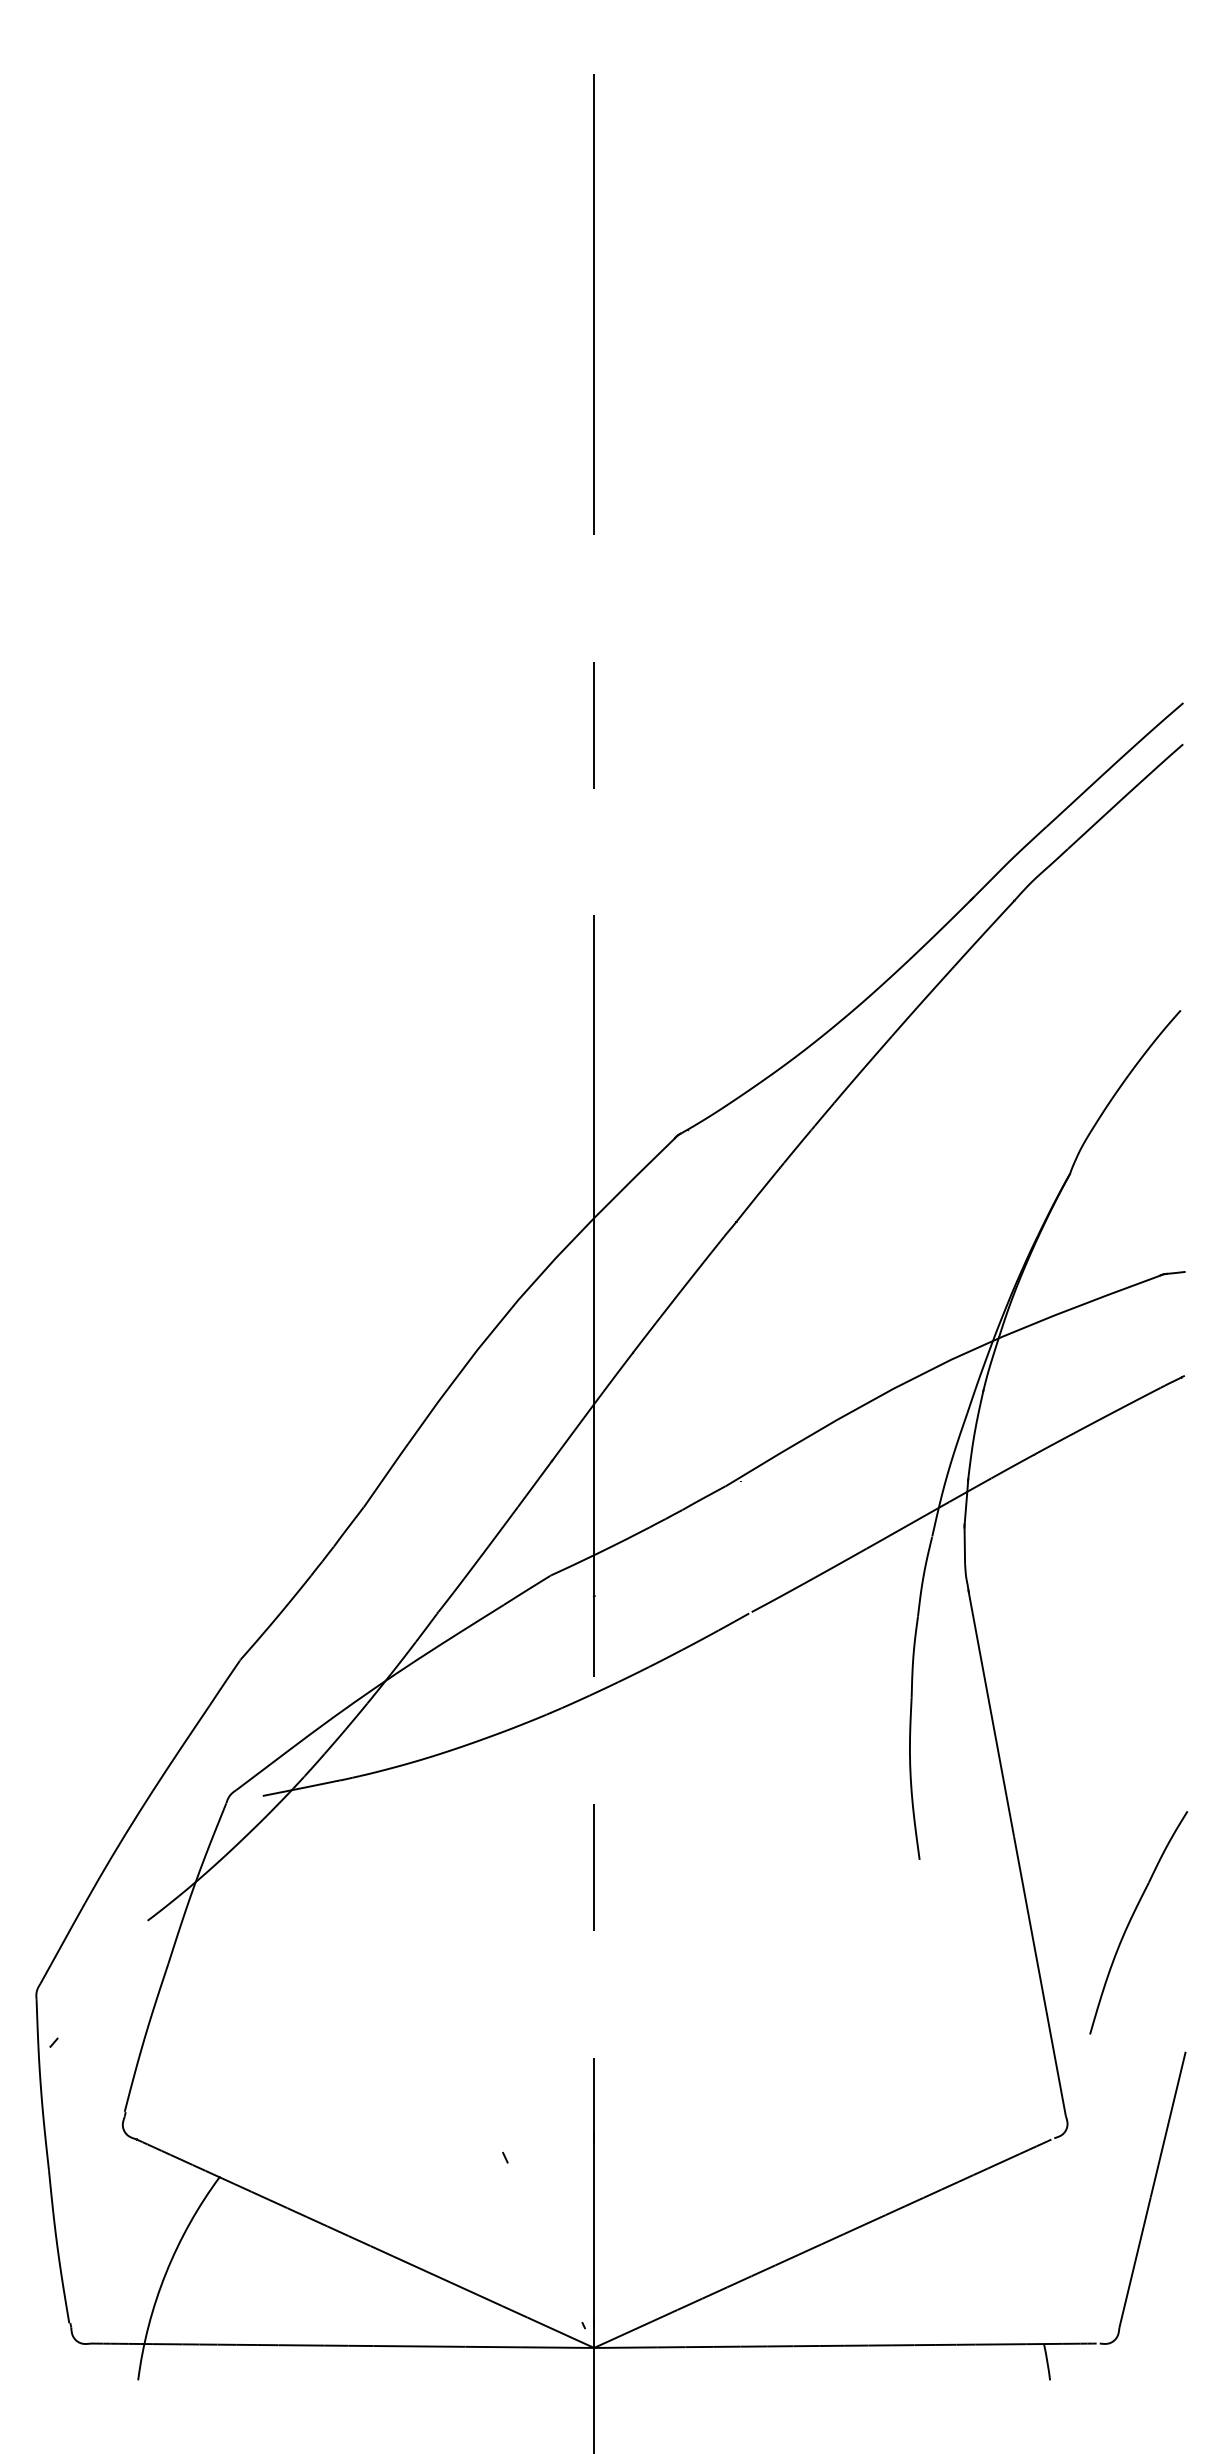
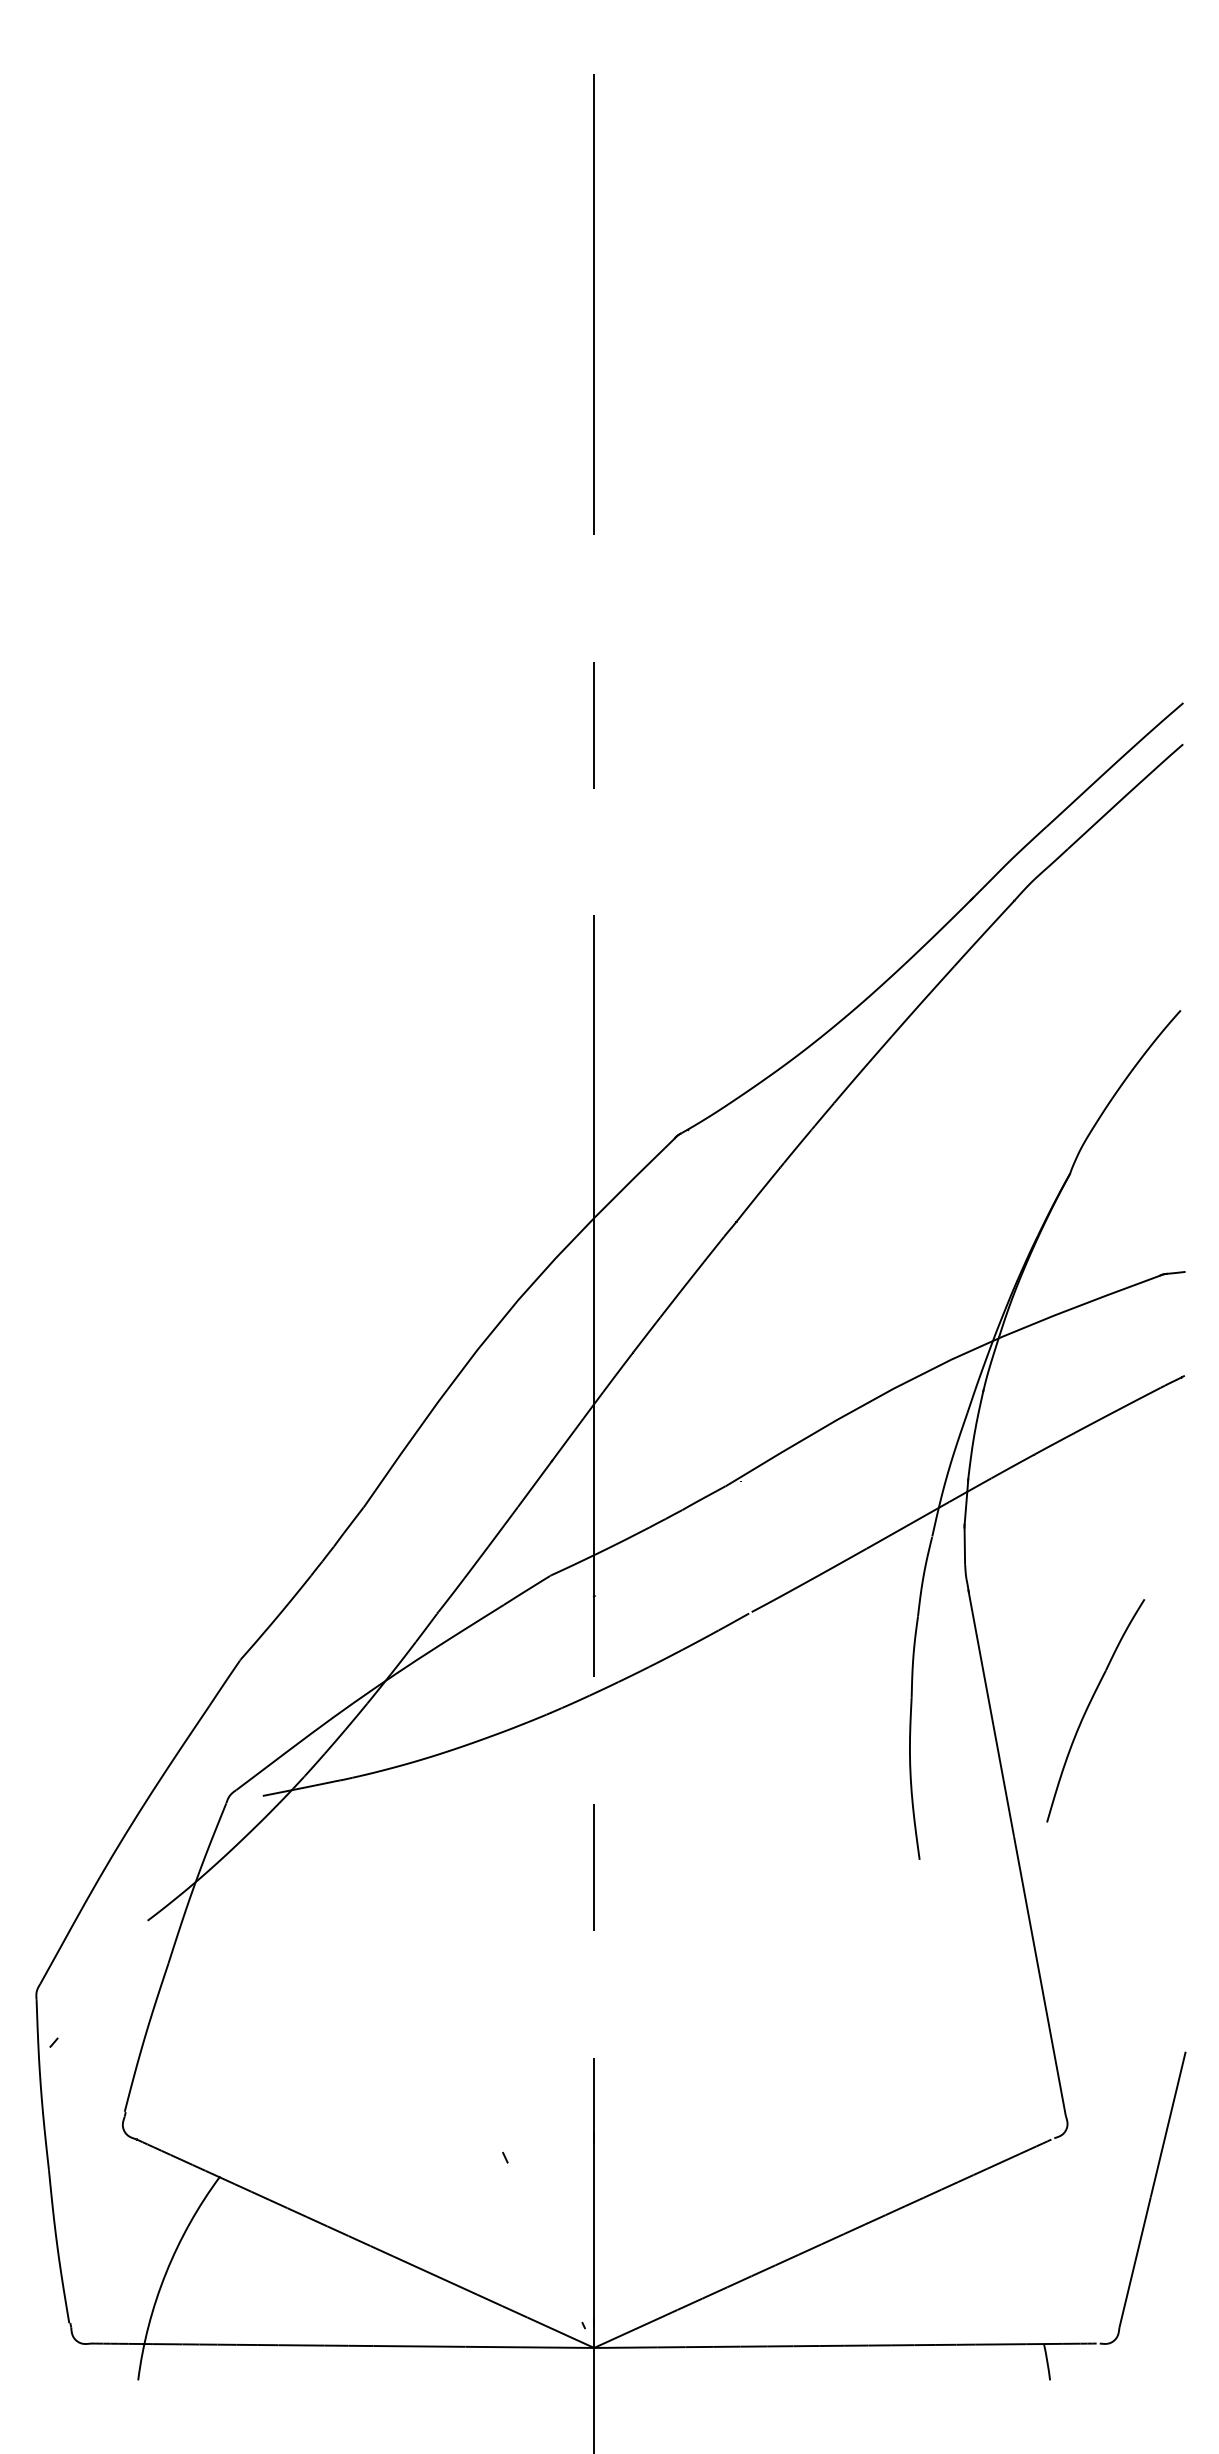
part at (1132, 1918) position: (1132, 1918) -> (1089, 1706)
